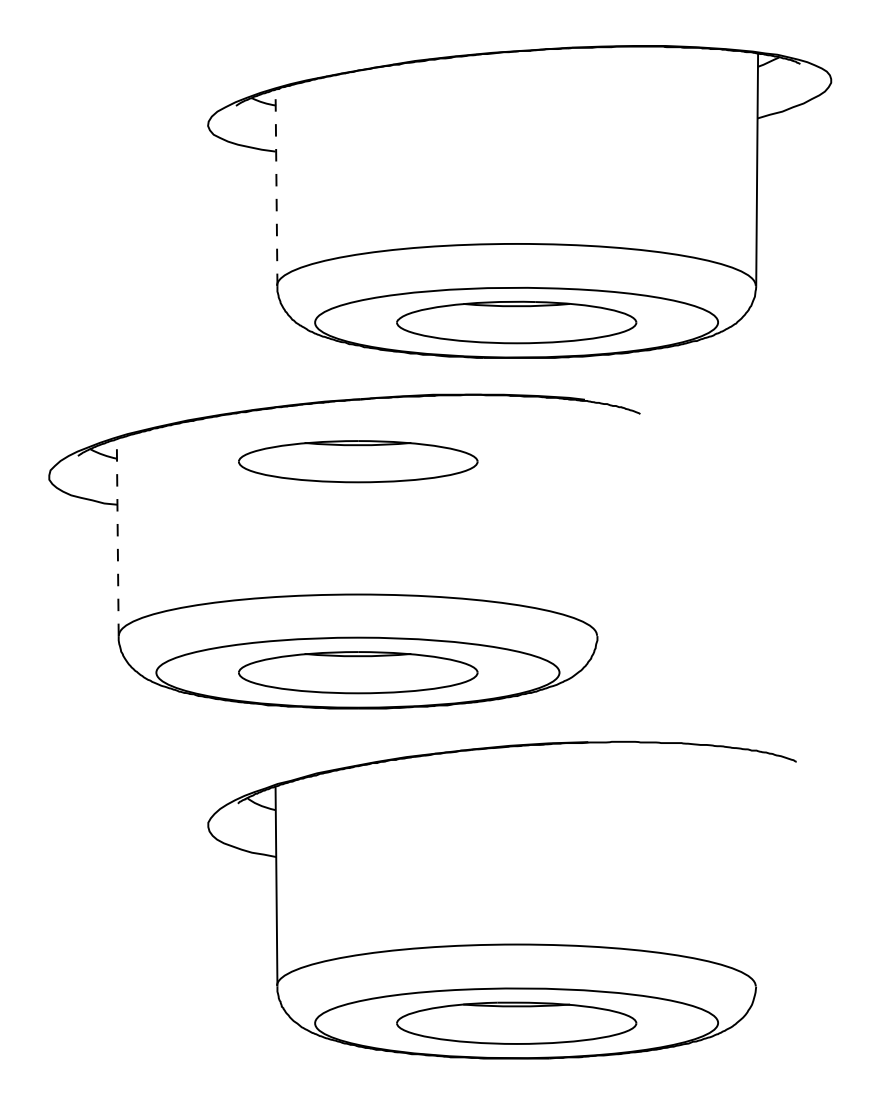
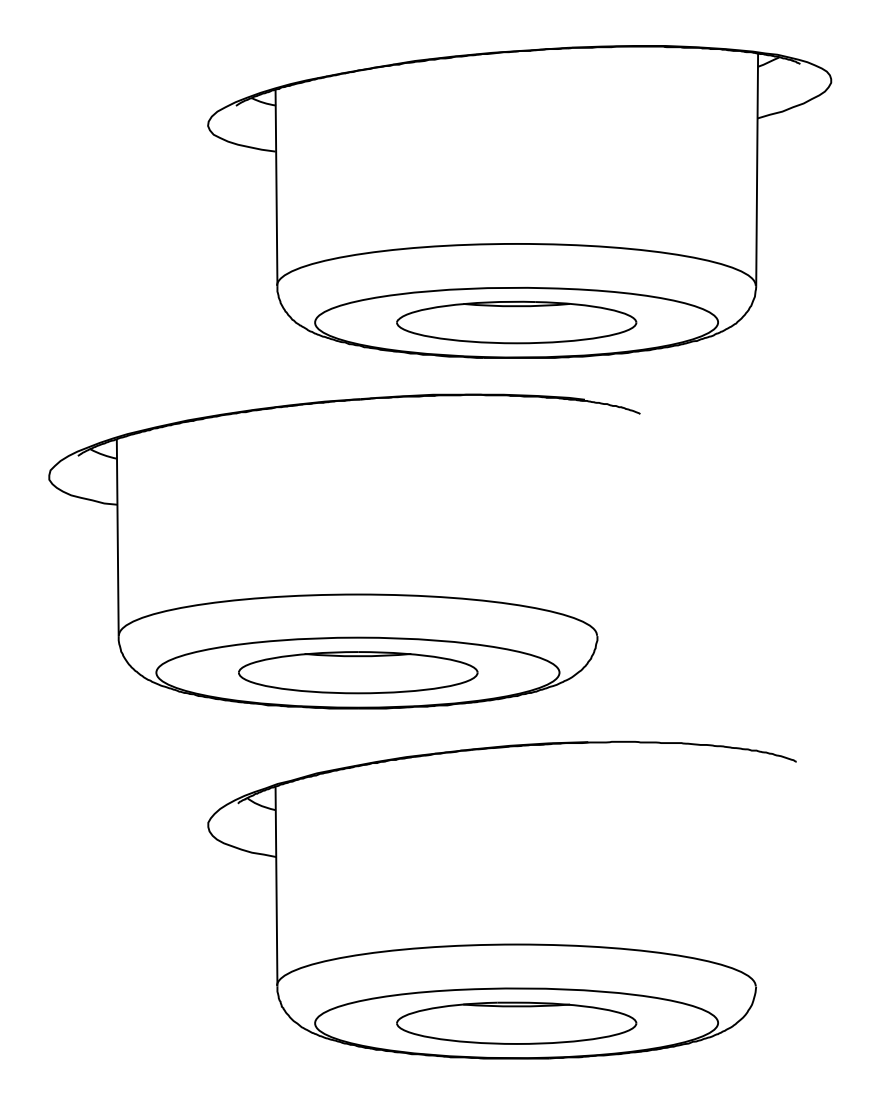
line at (276, 187): dashed -> solid
part at (358, 461): present -> none
line at (117, 537): dashed -> solid
